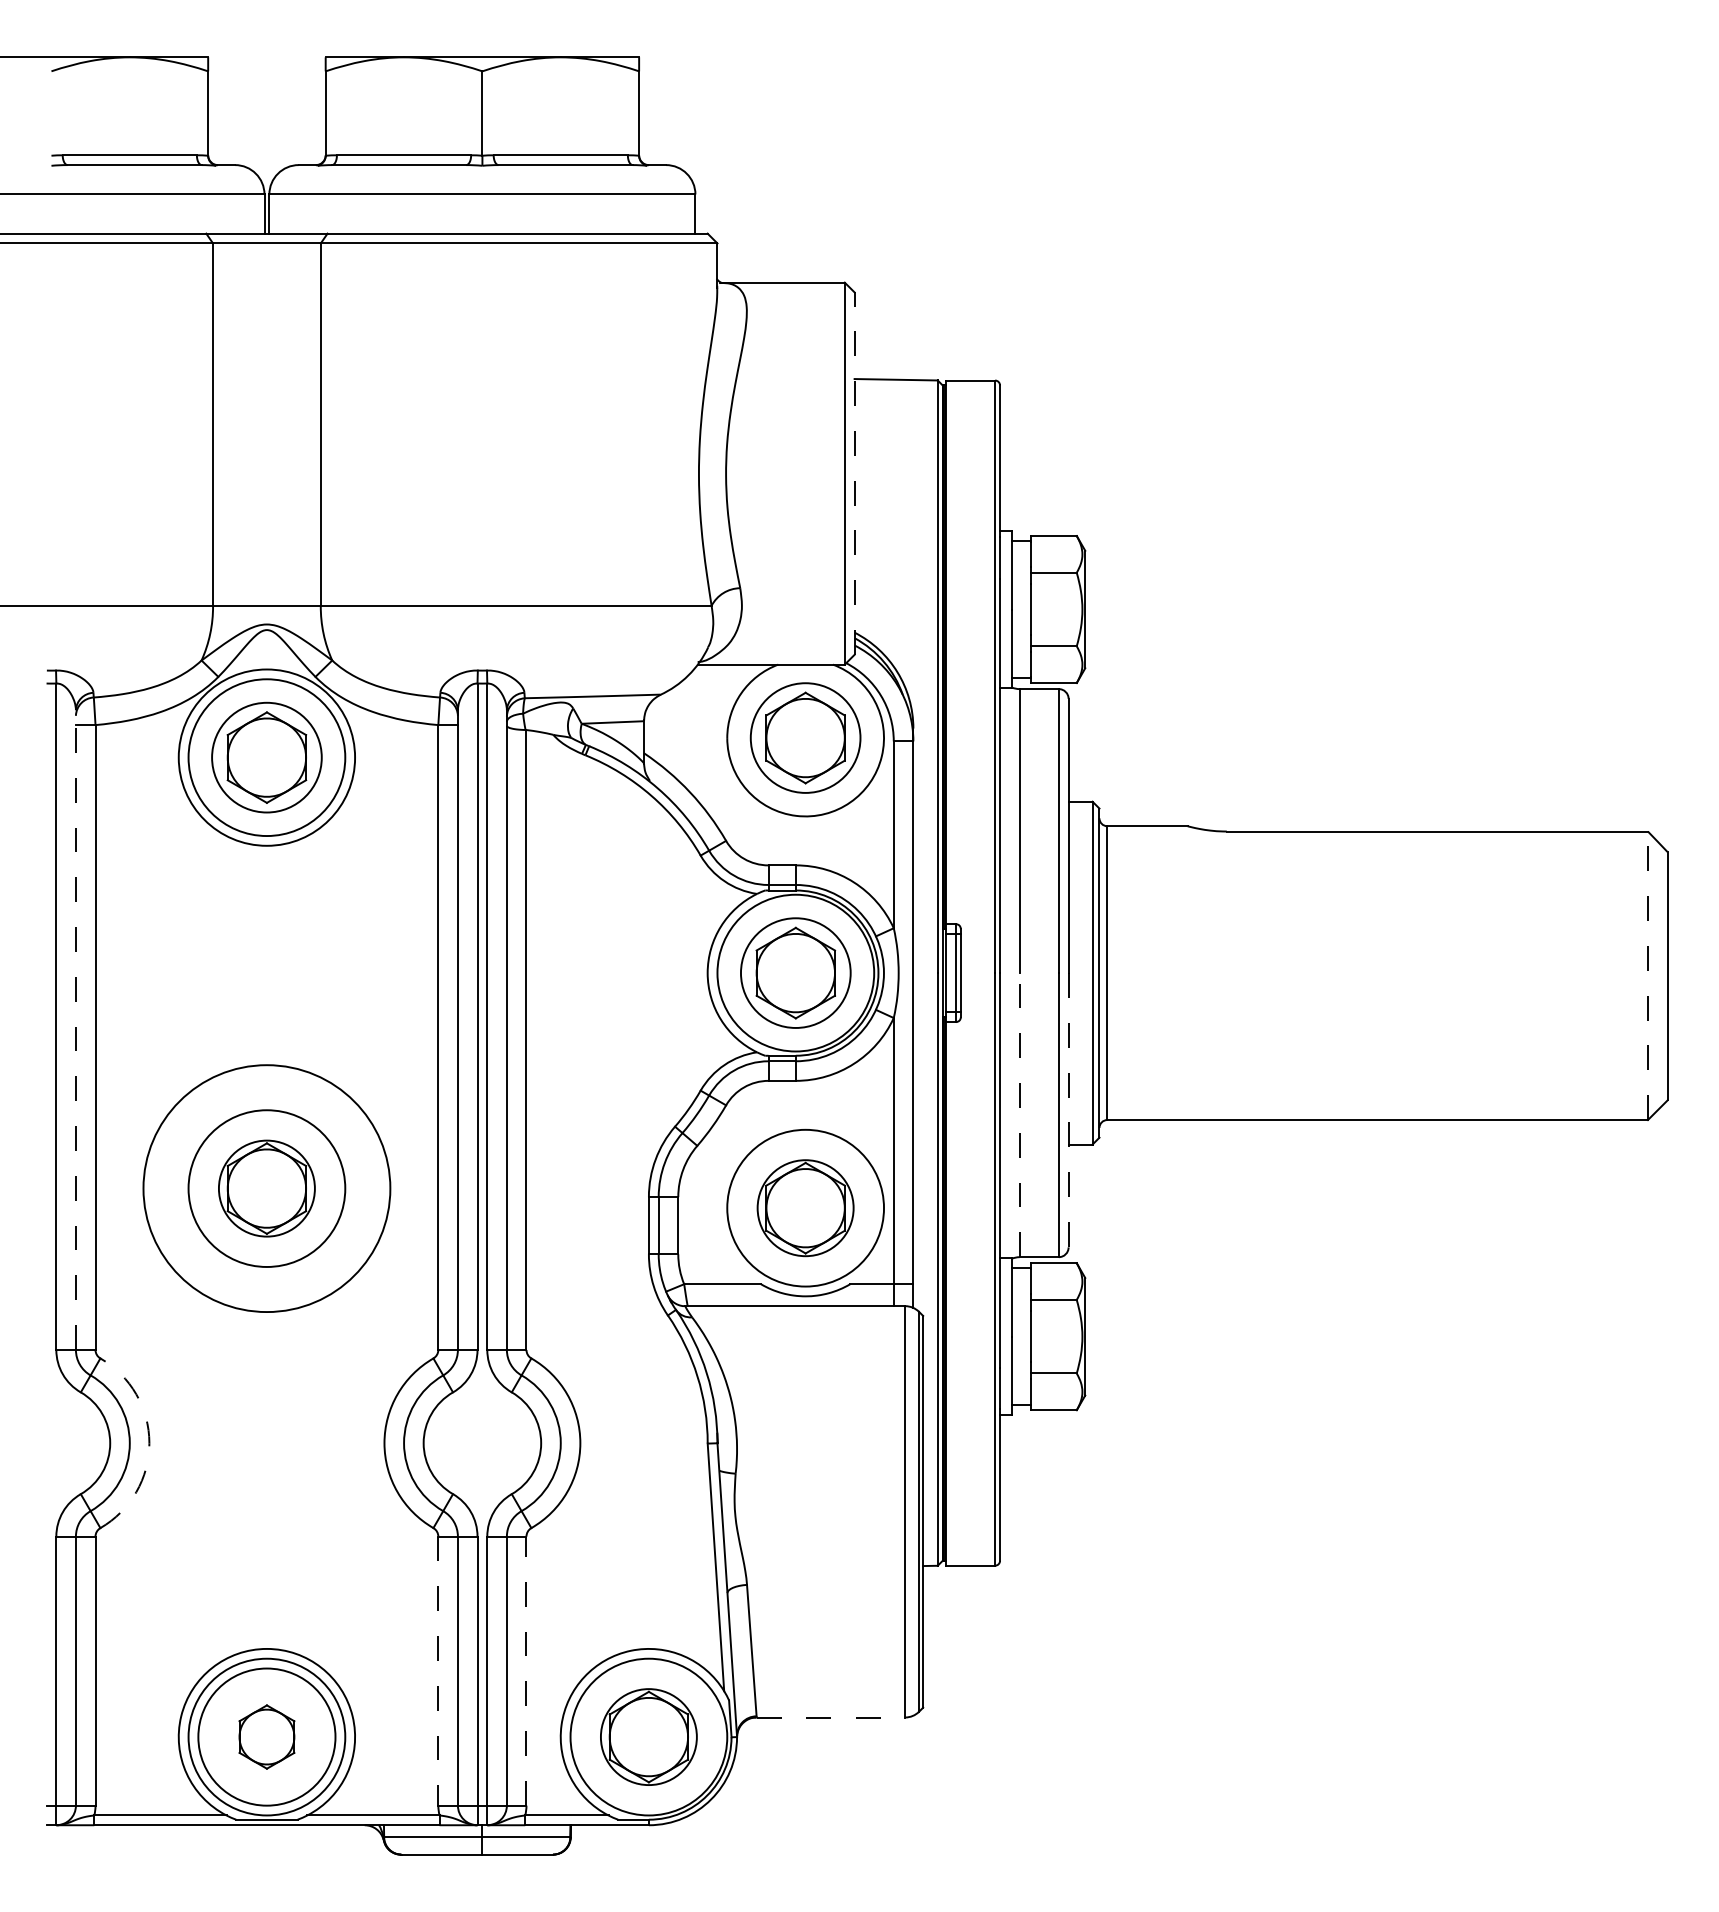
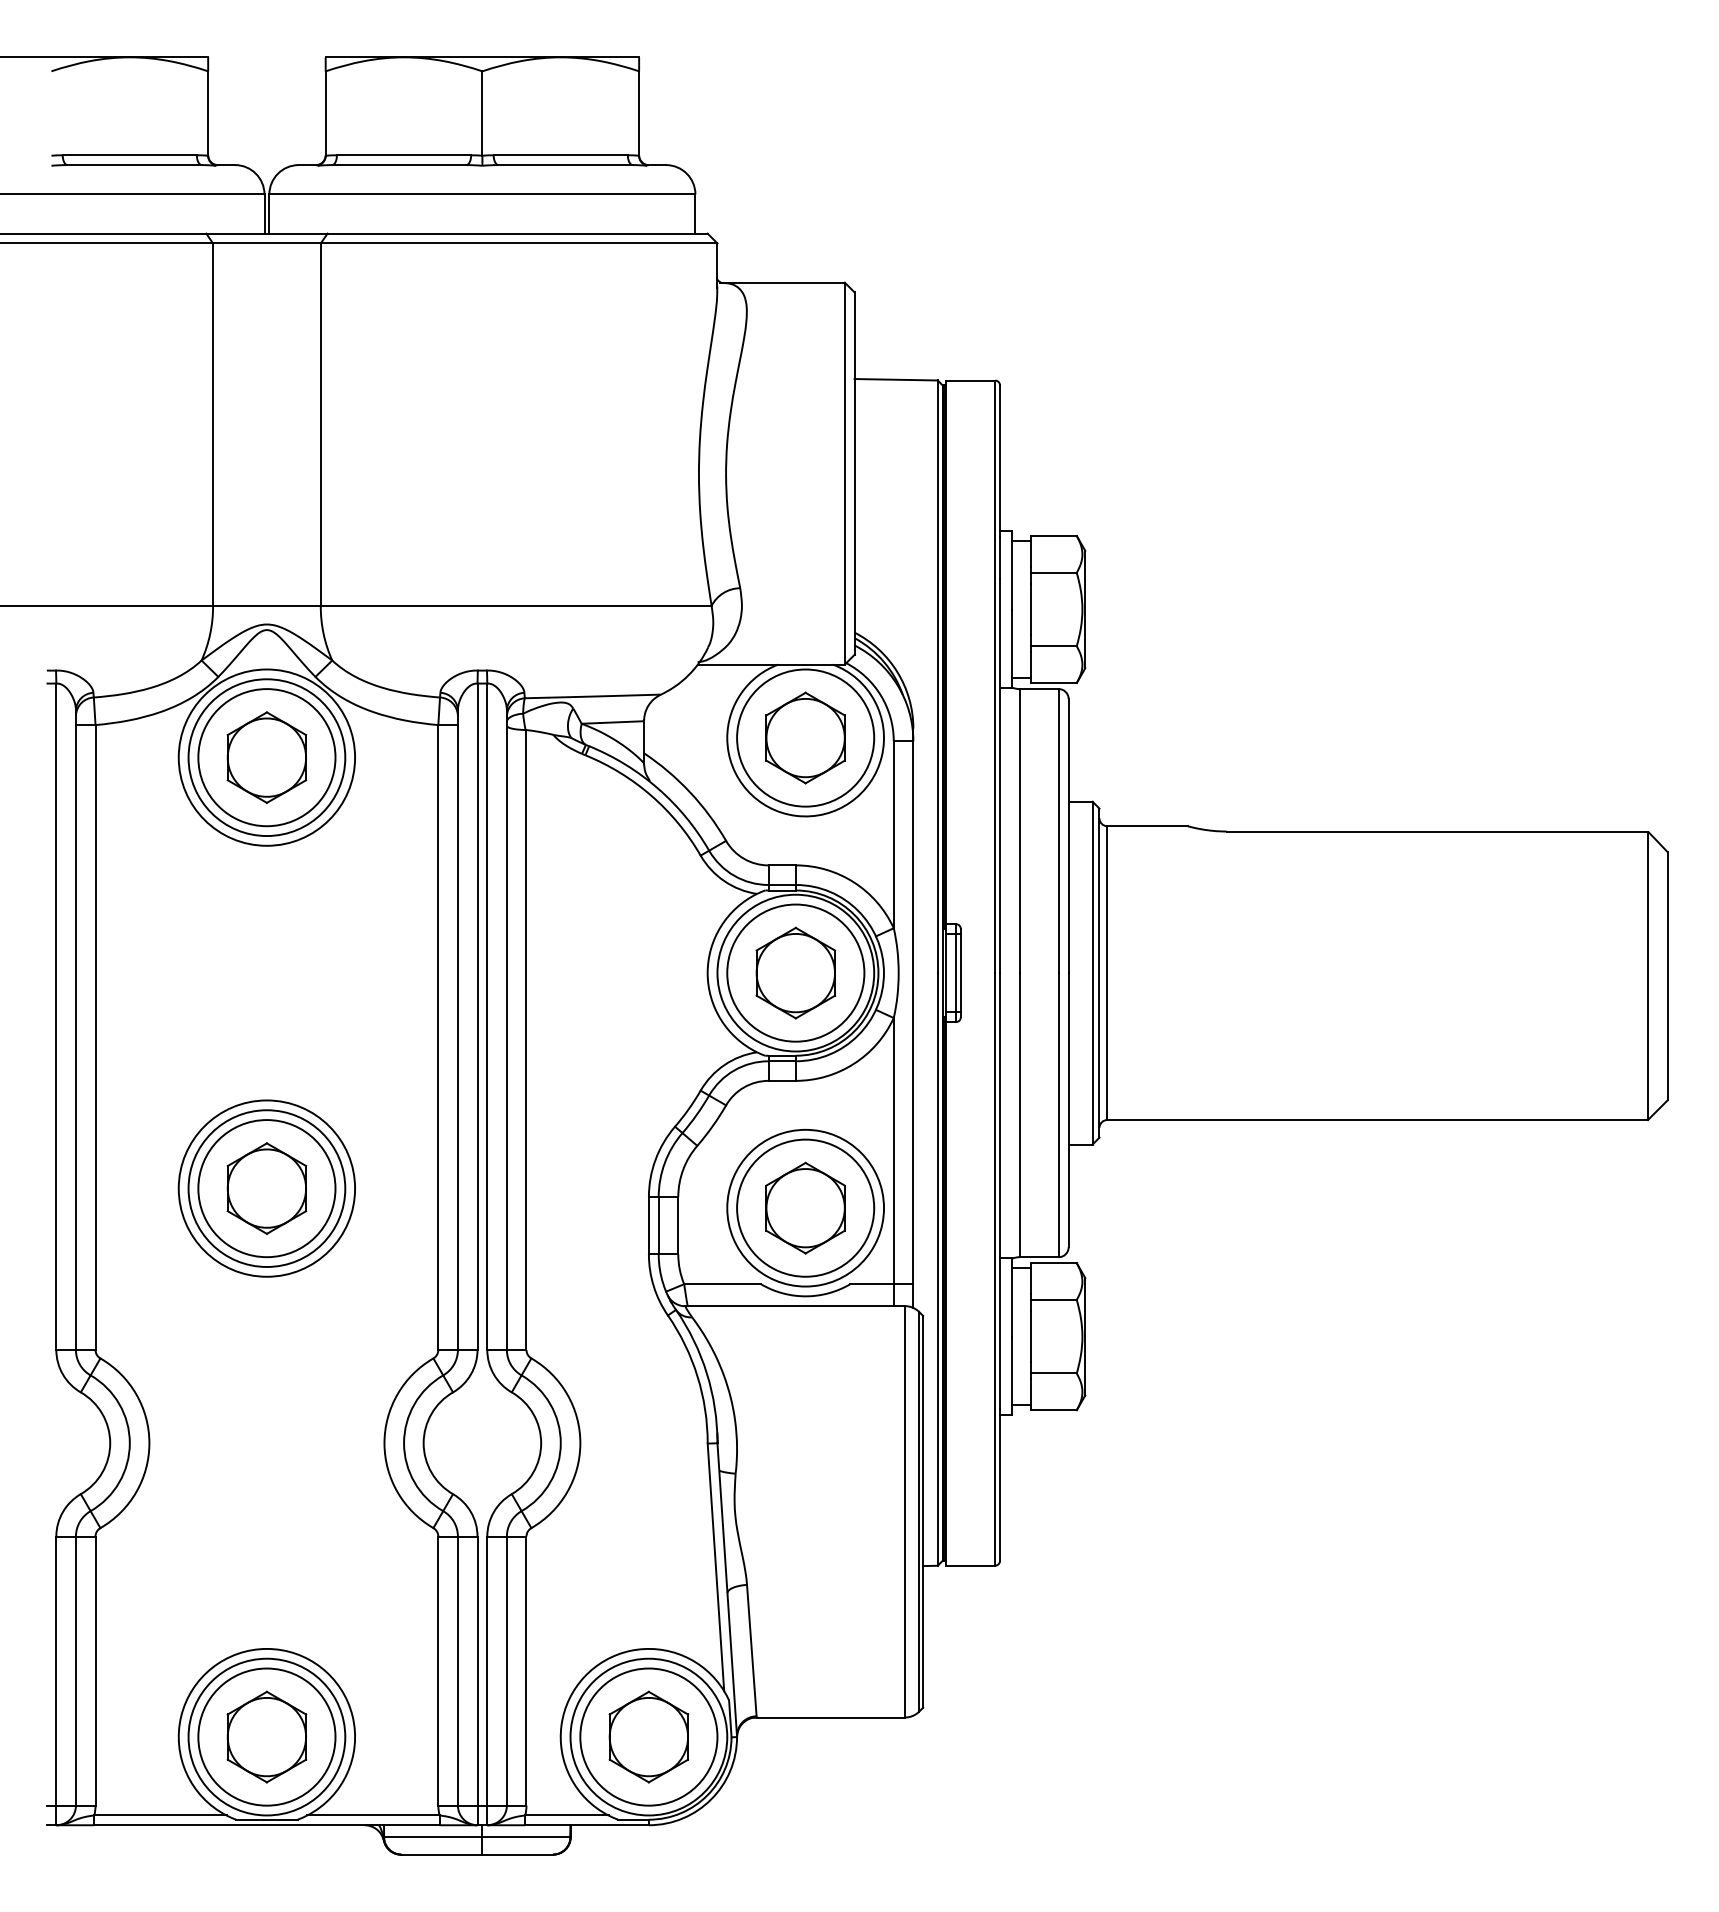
line at (854, 473): dashed -> solid
circle at (805, 737) diameter: 110 px -> 137 px
circle at (266, 757) diameter: 110 px -> 137 px
circle at (795, 972) diameter: 110 px -> 137 px
line at (1647, 975): dashed -> solid
line at (75, 1030): dashed -> solid
line at (1068, 1110): dashed -> solid
line at (1019, 1114): dashed -> solid
circle at (266, 1188) diameter: 247 px -> 176 px
circle at (266, 1188) diameter: 96 px -> 137 px
circle at (805, 1208) diameter: 96 px -> 137 px
arc at (149, 1443): dashed -> solid
line at (438, 1671): dashed -> solid
line at (526, 1671): dashed -> solid
line at (831, 1717): dashed -> solid
part at (266, 1736) size: 58x66 px -> 82x94 px
circle at (648, 1737) diameter: 96 px -> 137 px
